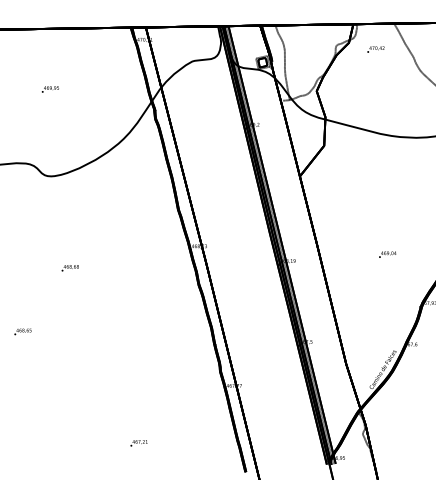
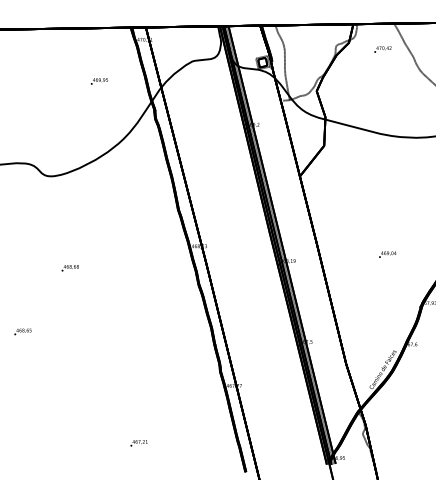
text at (375, 49) position: (375, 49) -> (382, 49)
text at (49, 89) position: (49, 89) -> (98, 81)
